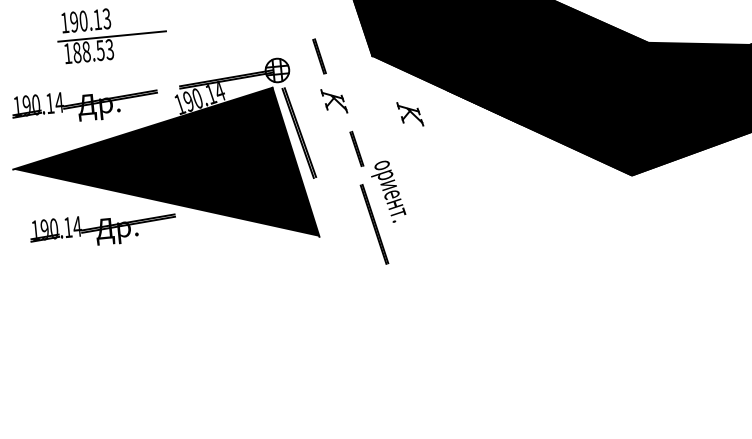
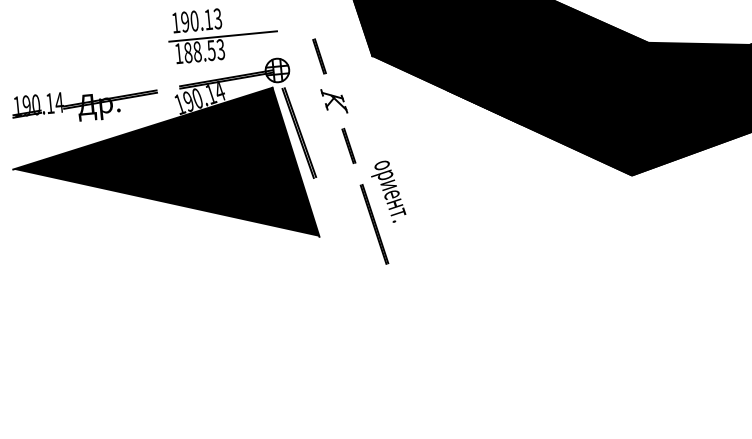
part at (111, 36) position: (111, 36) -> (222, 36)
part at (410, 114): present -> none
line at (356, 148) position: (356, 148) -> (348, 145)
part at (102, 229): present -> none
